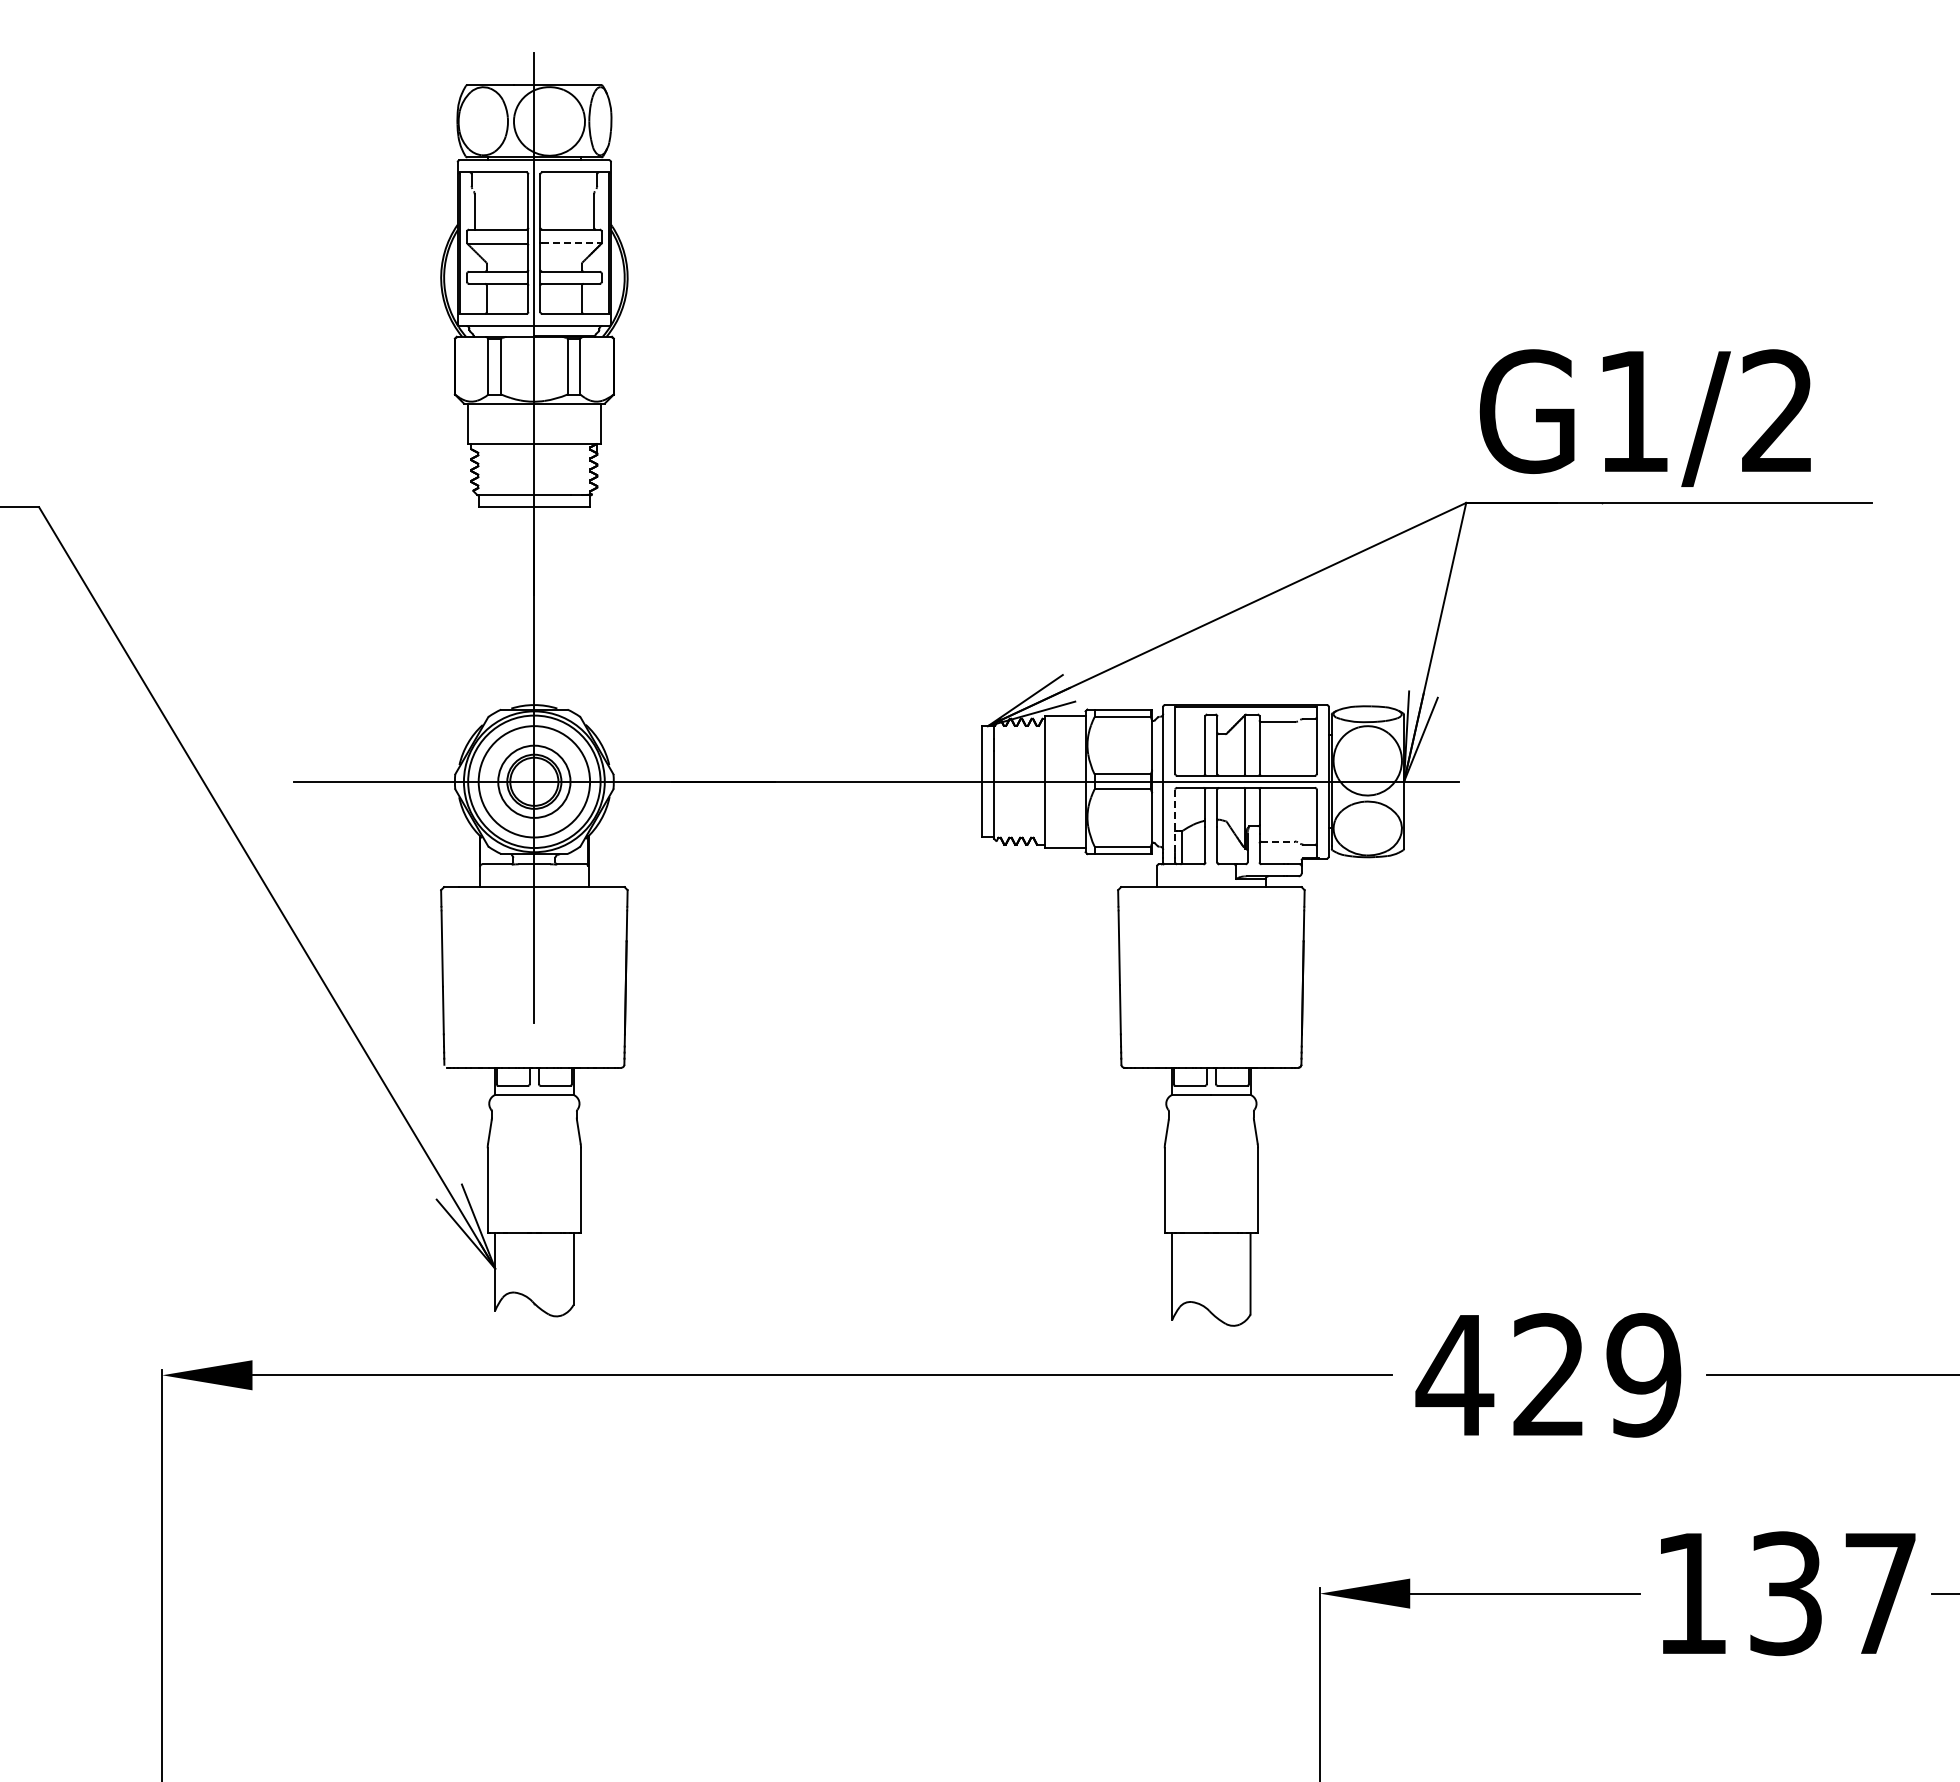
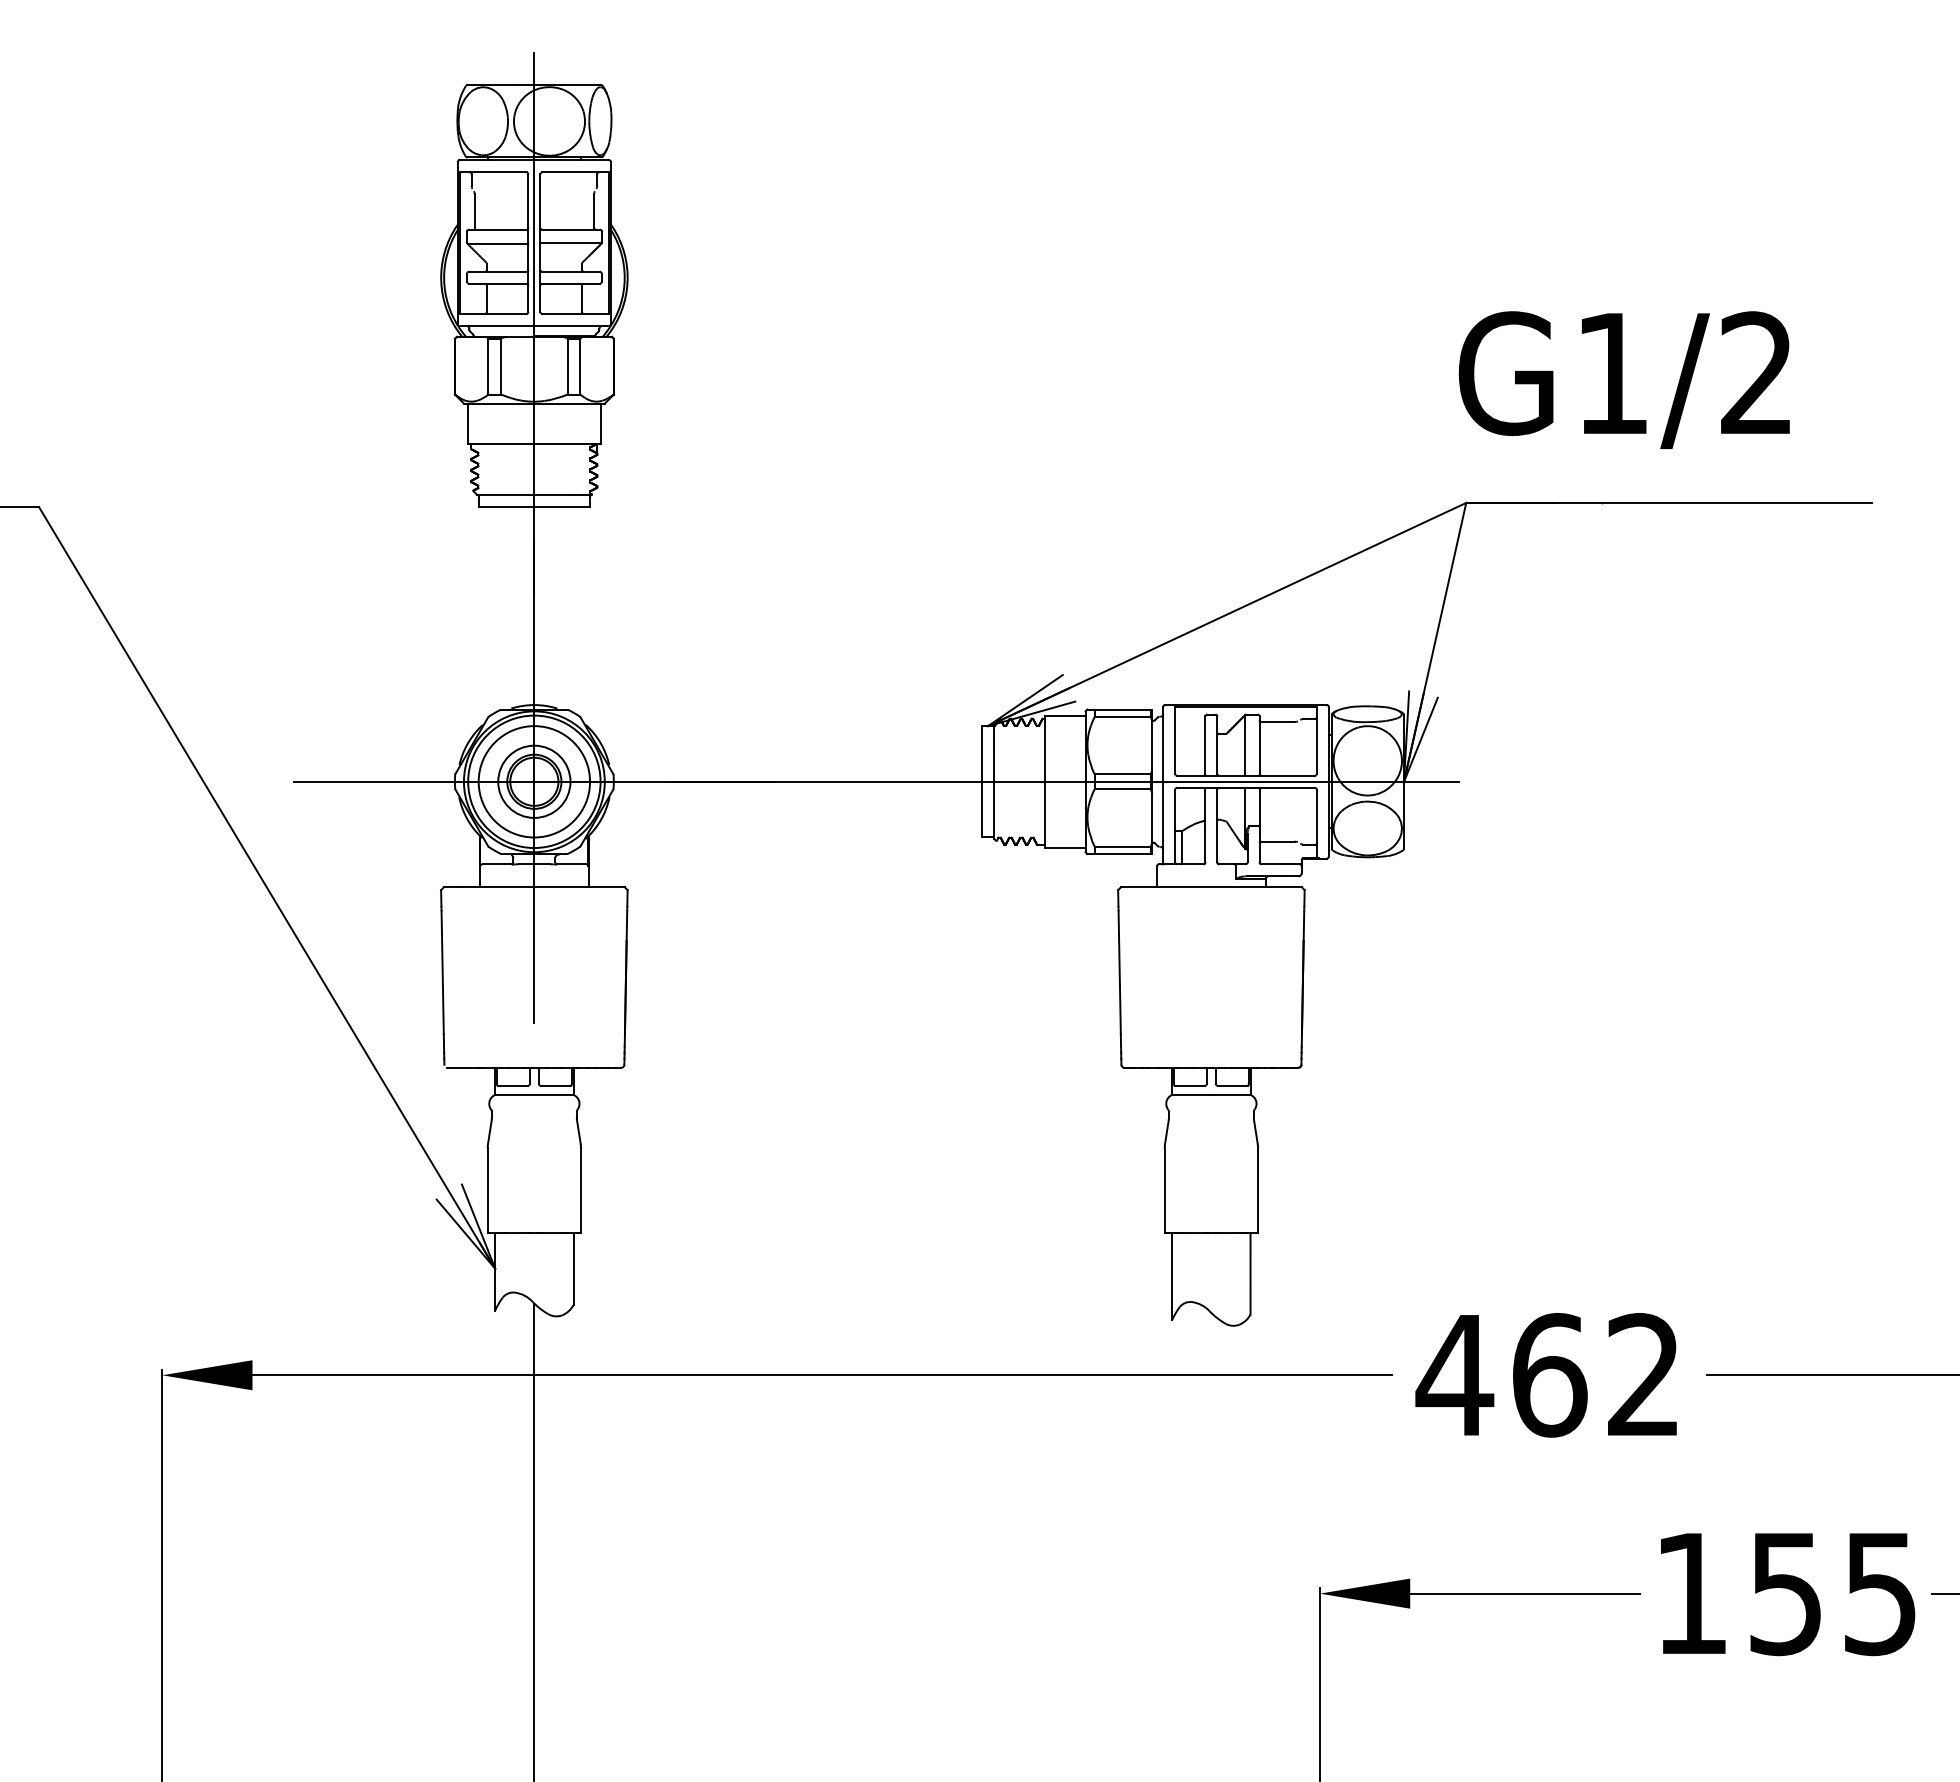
line at (571, 242): dashed -> solid
text at (1644, 417) position: (1644, 417) -> (1623, 379)
line at (1175, 821): dashed -> solid
line at (1278, 841): dashed -> solid
text at (1597, 1375): 429 -> 462
line at (534, 1540): none -> present
text at (1832, 1593): 137 -> 155
